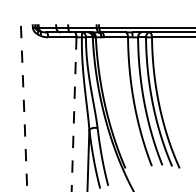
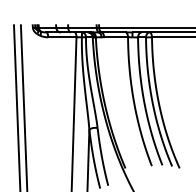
line at (16, 106): none -> present
line at (24, 107): dashed -> solid
line at (74, 115): dashed -> solid
